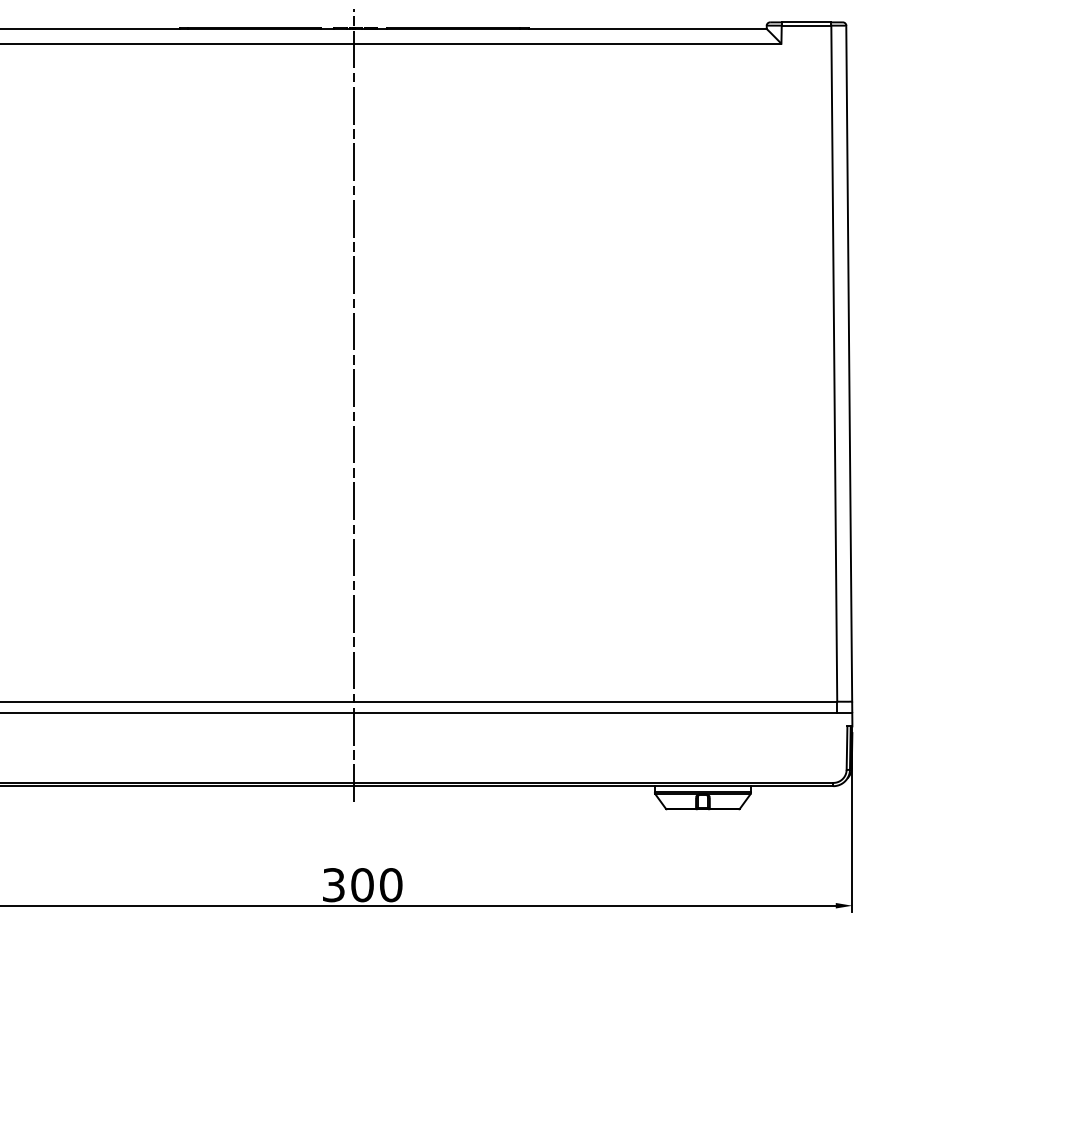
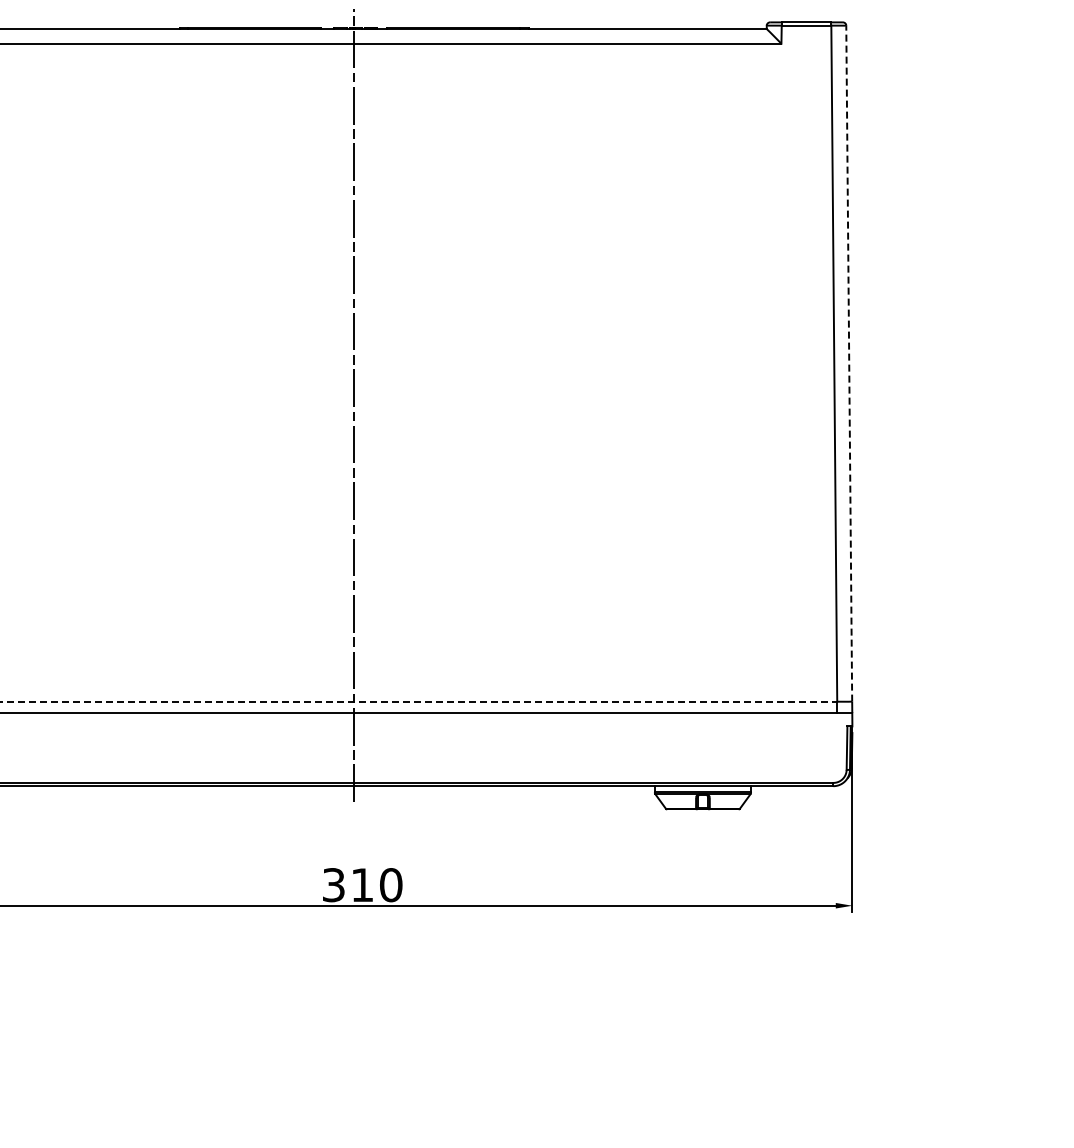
line at (849, 363): solid -> dashed
line at (418, 701): solid -> dashed
text at (362, 885): 300 -> 310
